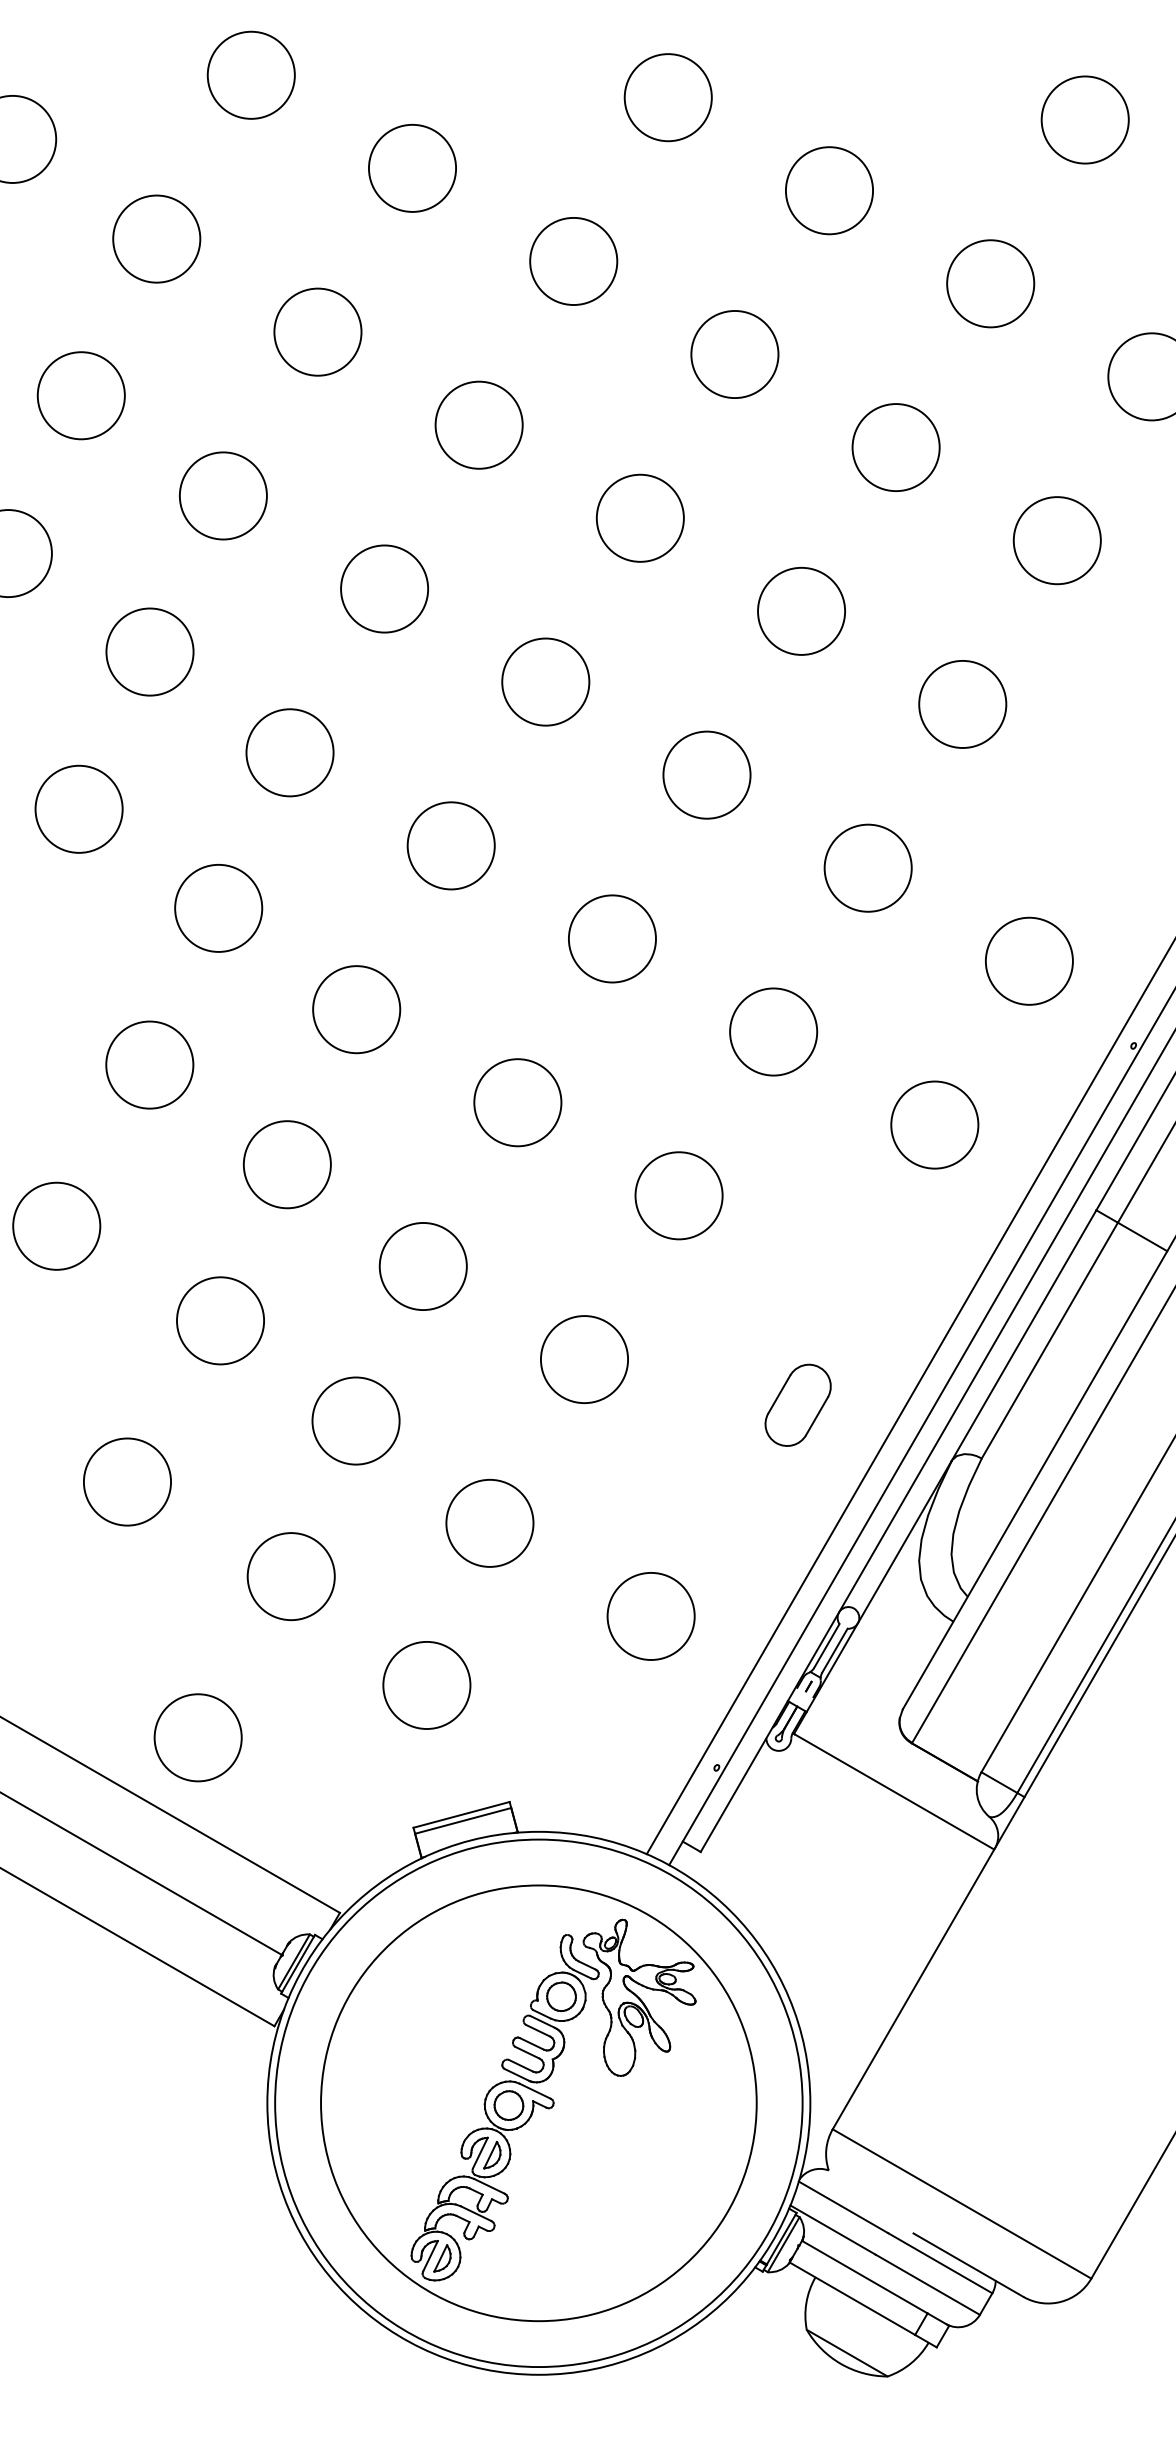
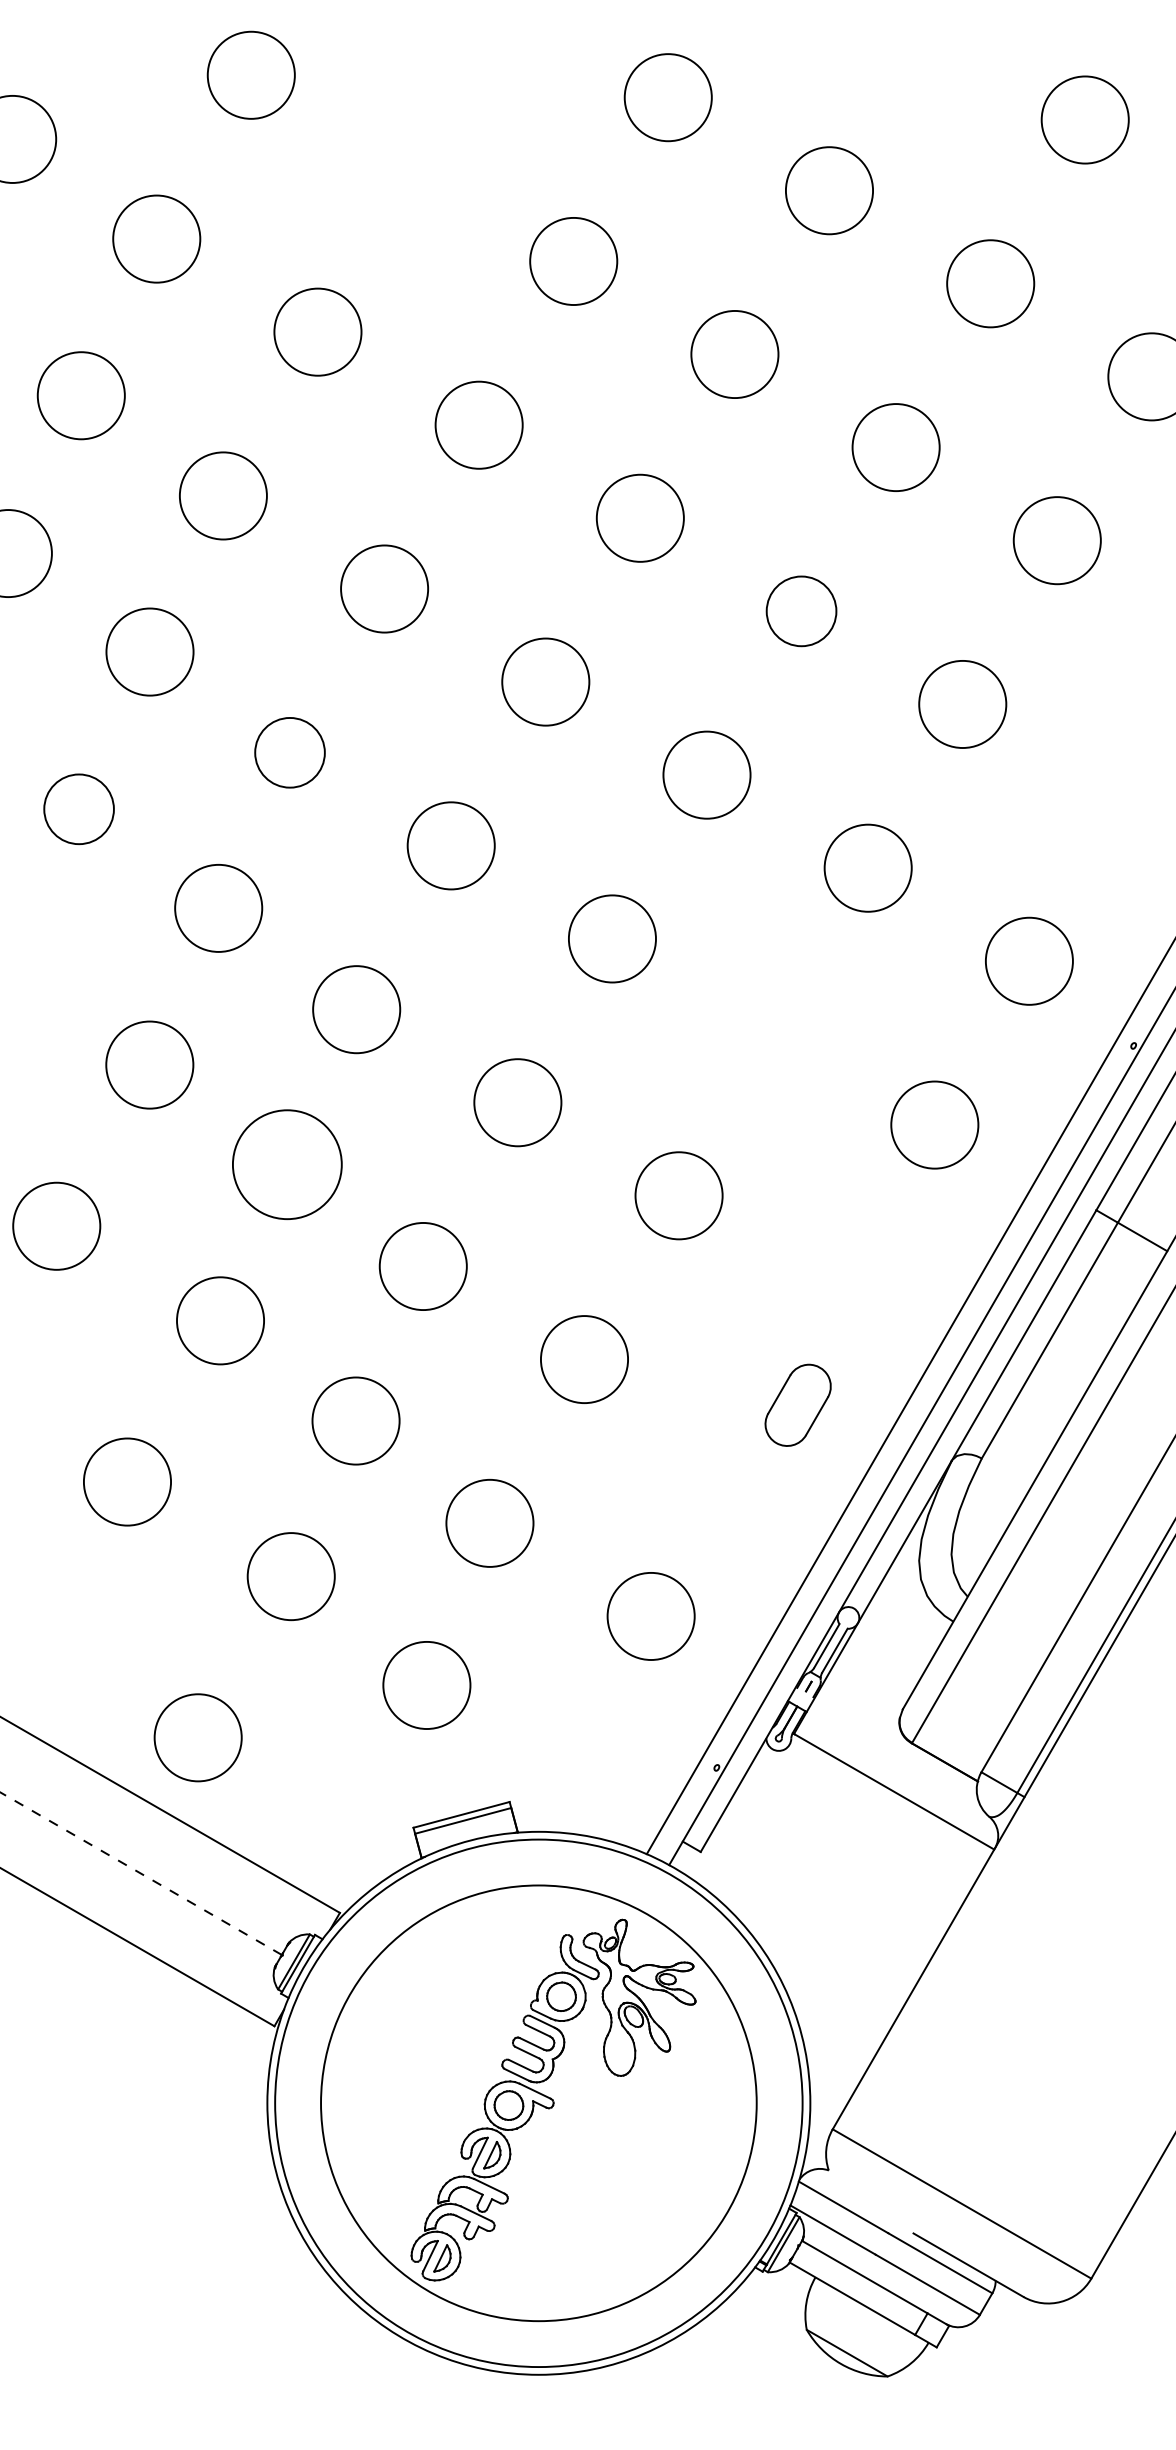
circle at (412, 168): present -> none
circle at (801, 610) diameter: 87 px -> 70 px
circle at (289, 752) diameter: 87 px -> 70 px
circle at (78, 808) diameter: 87 px -> 70 px
circle at (773, 1031): present -> none
circle at (286, 1164) diameter: 87 px -> 109 px
line at (141, 1873): solid -> dashed
